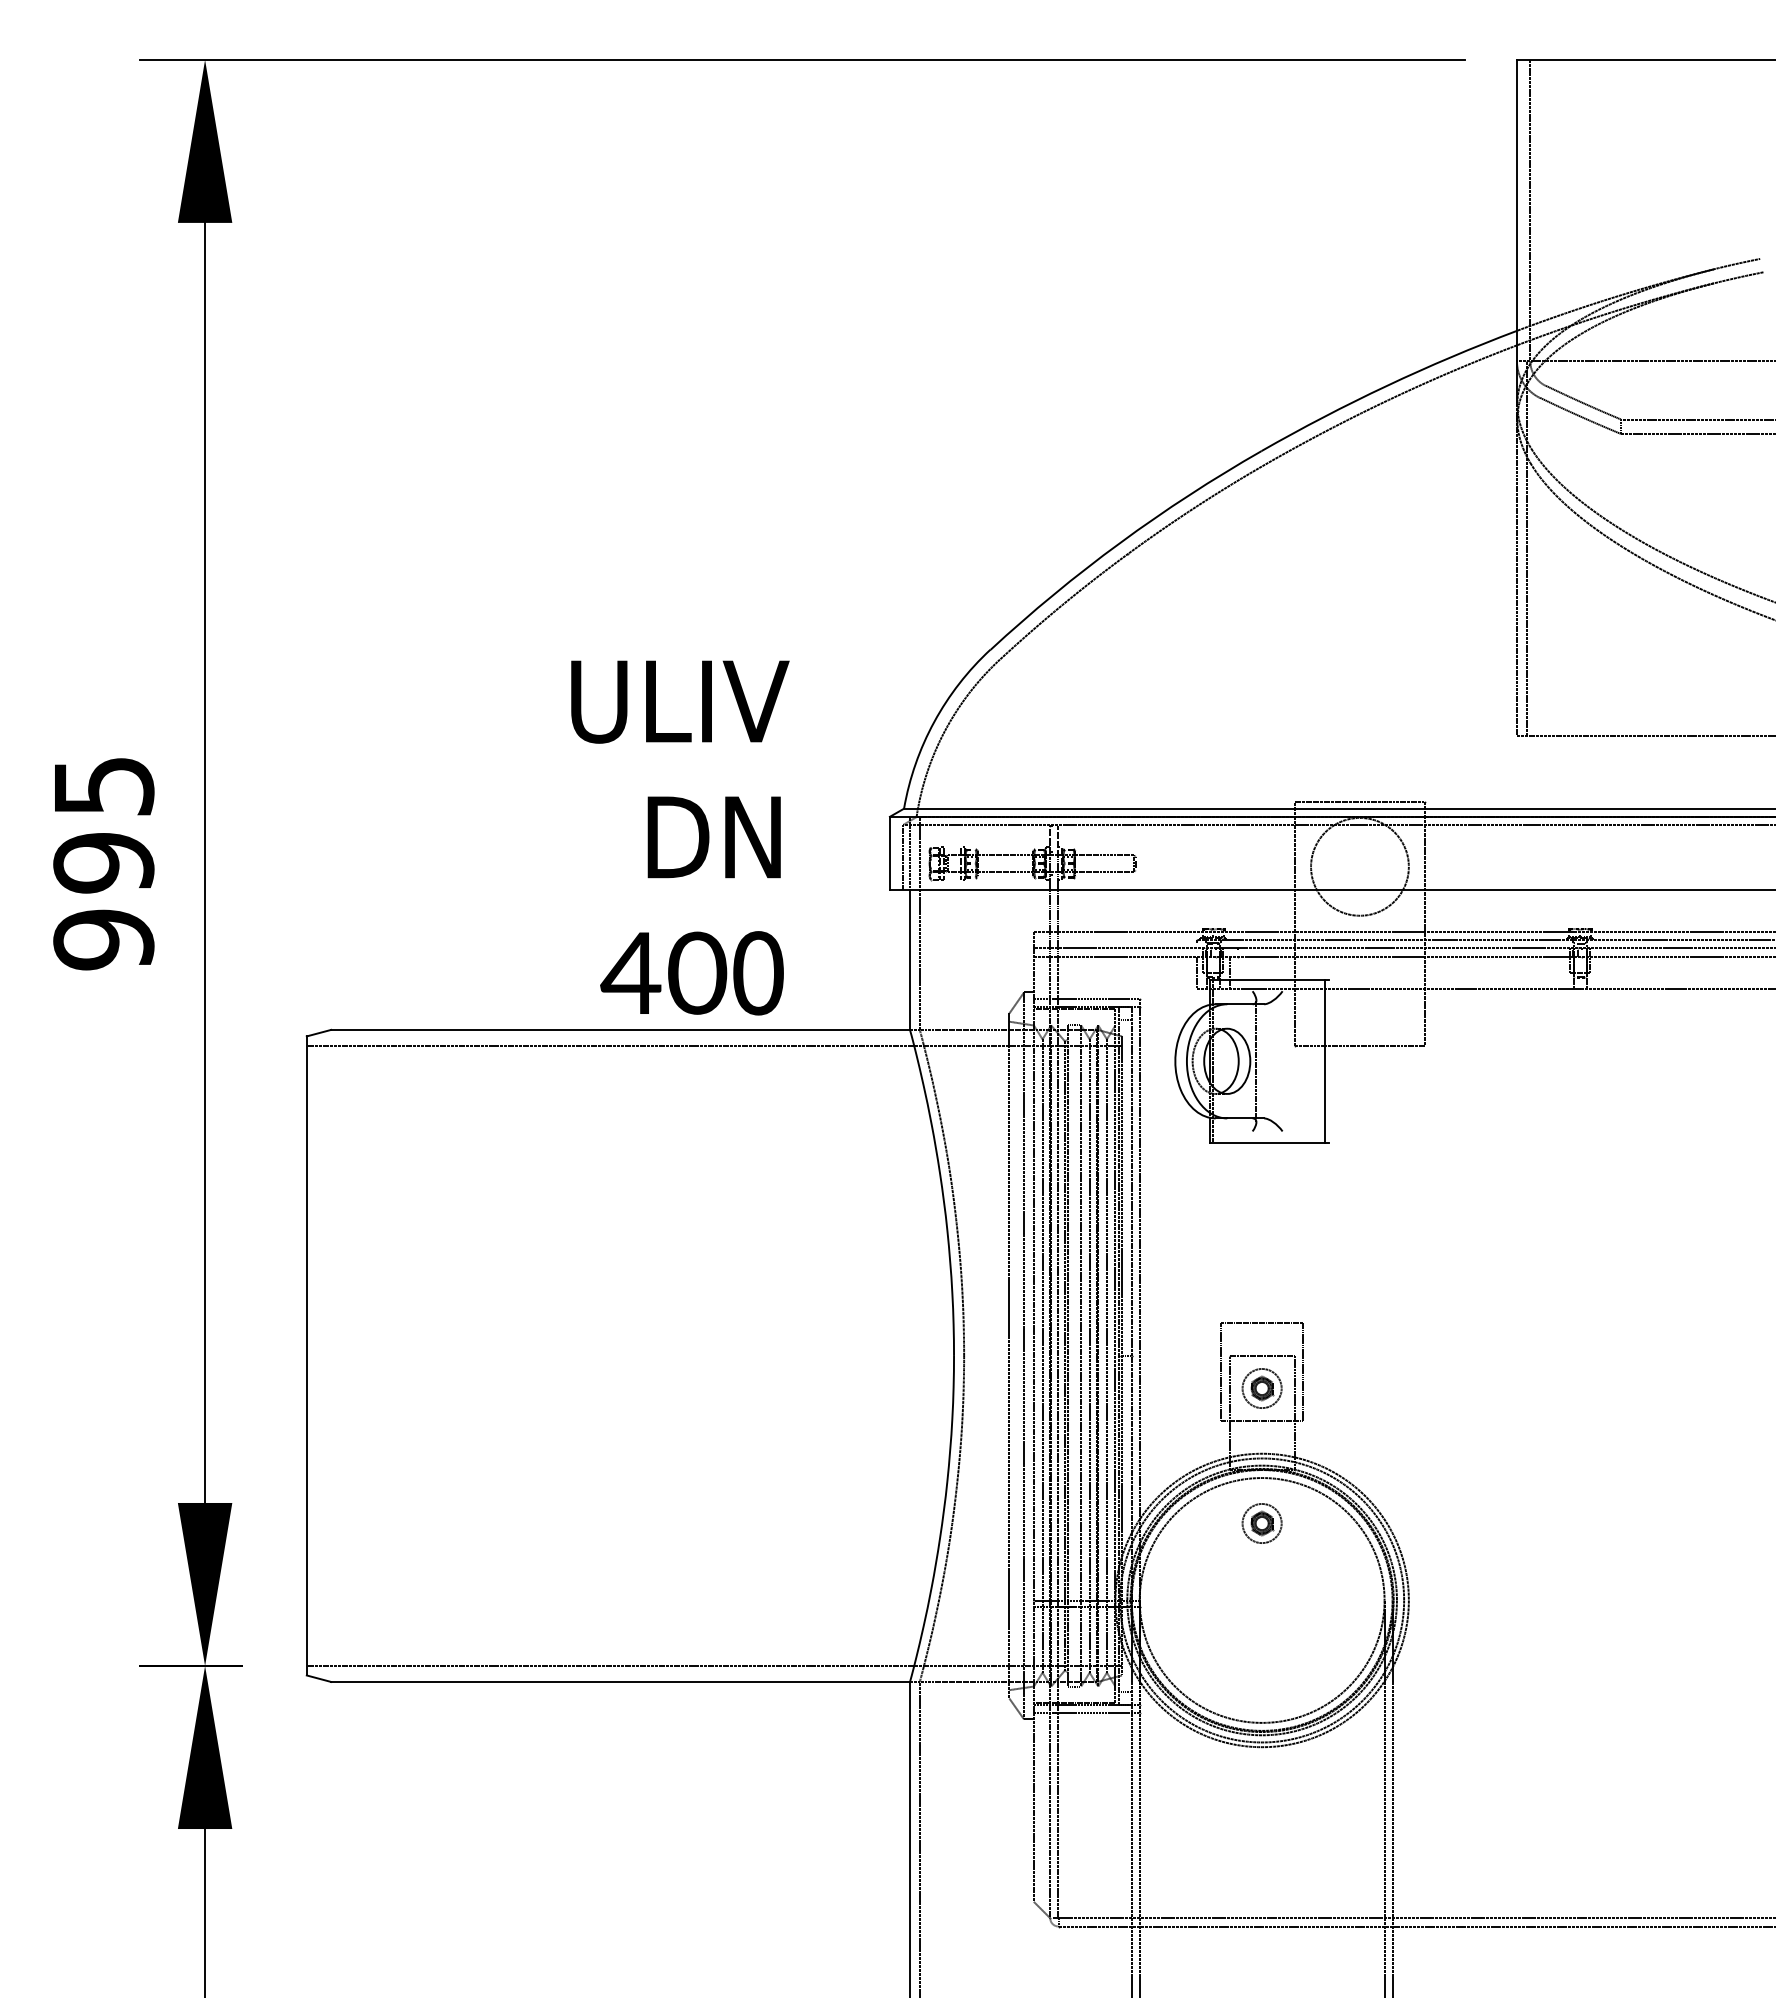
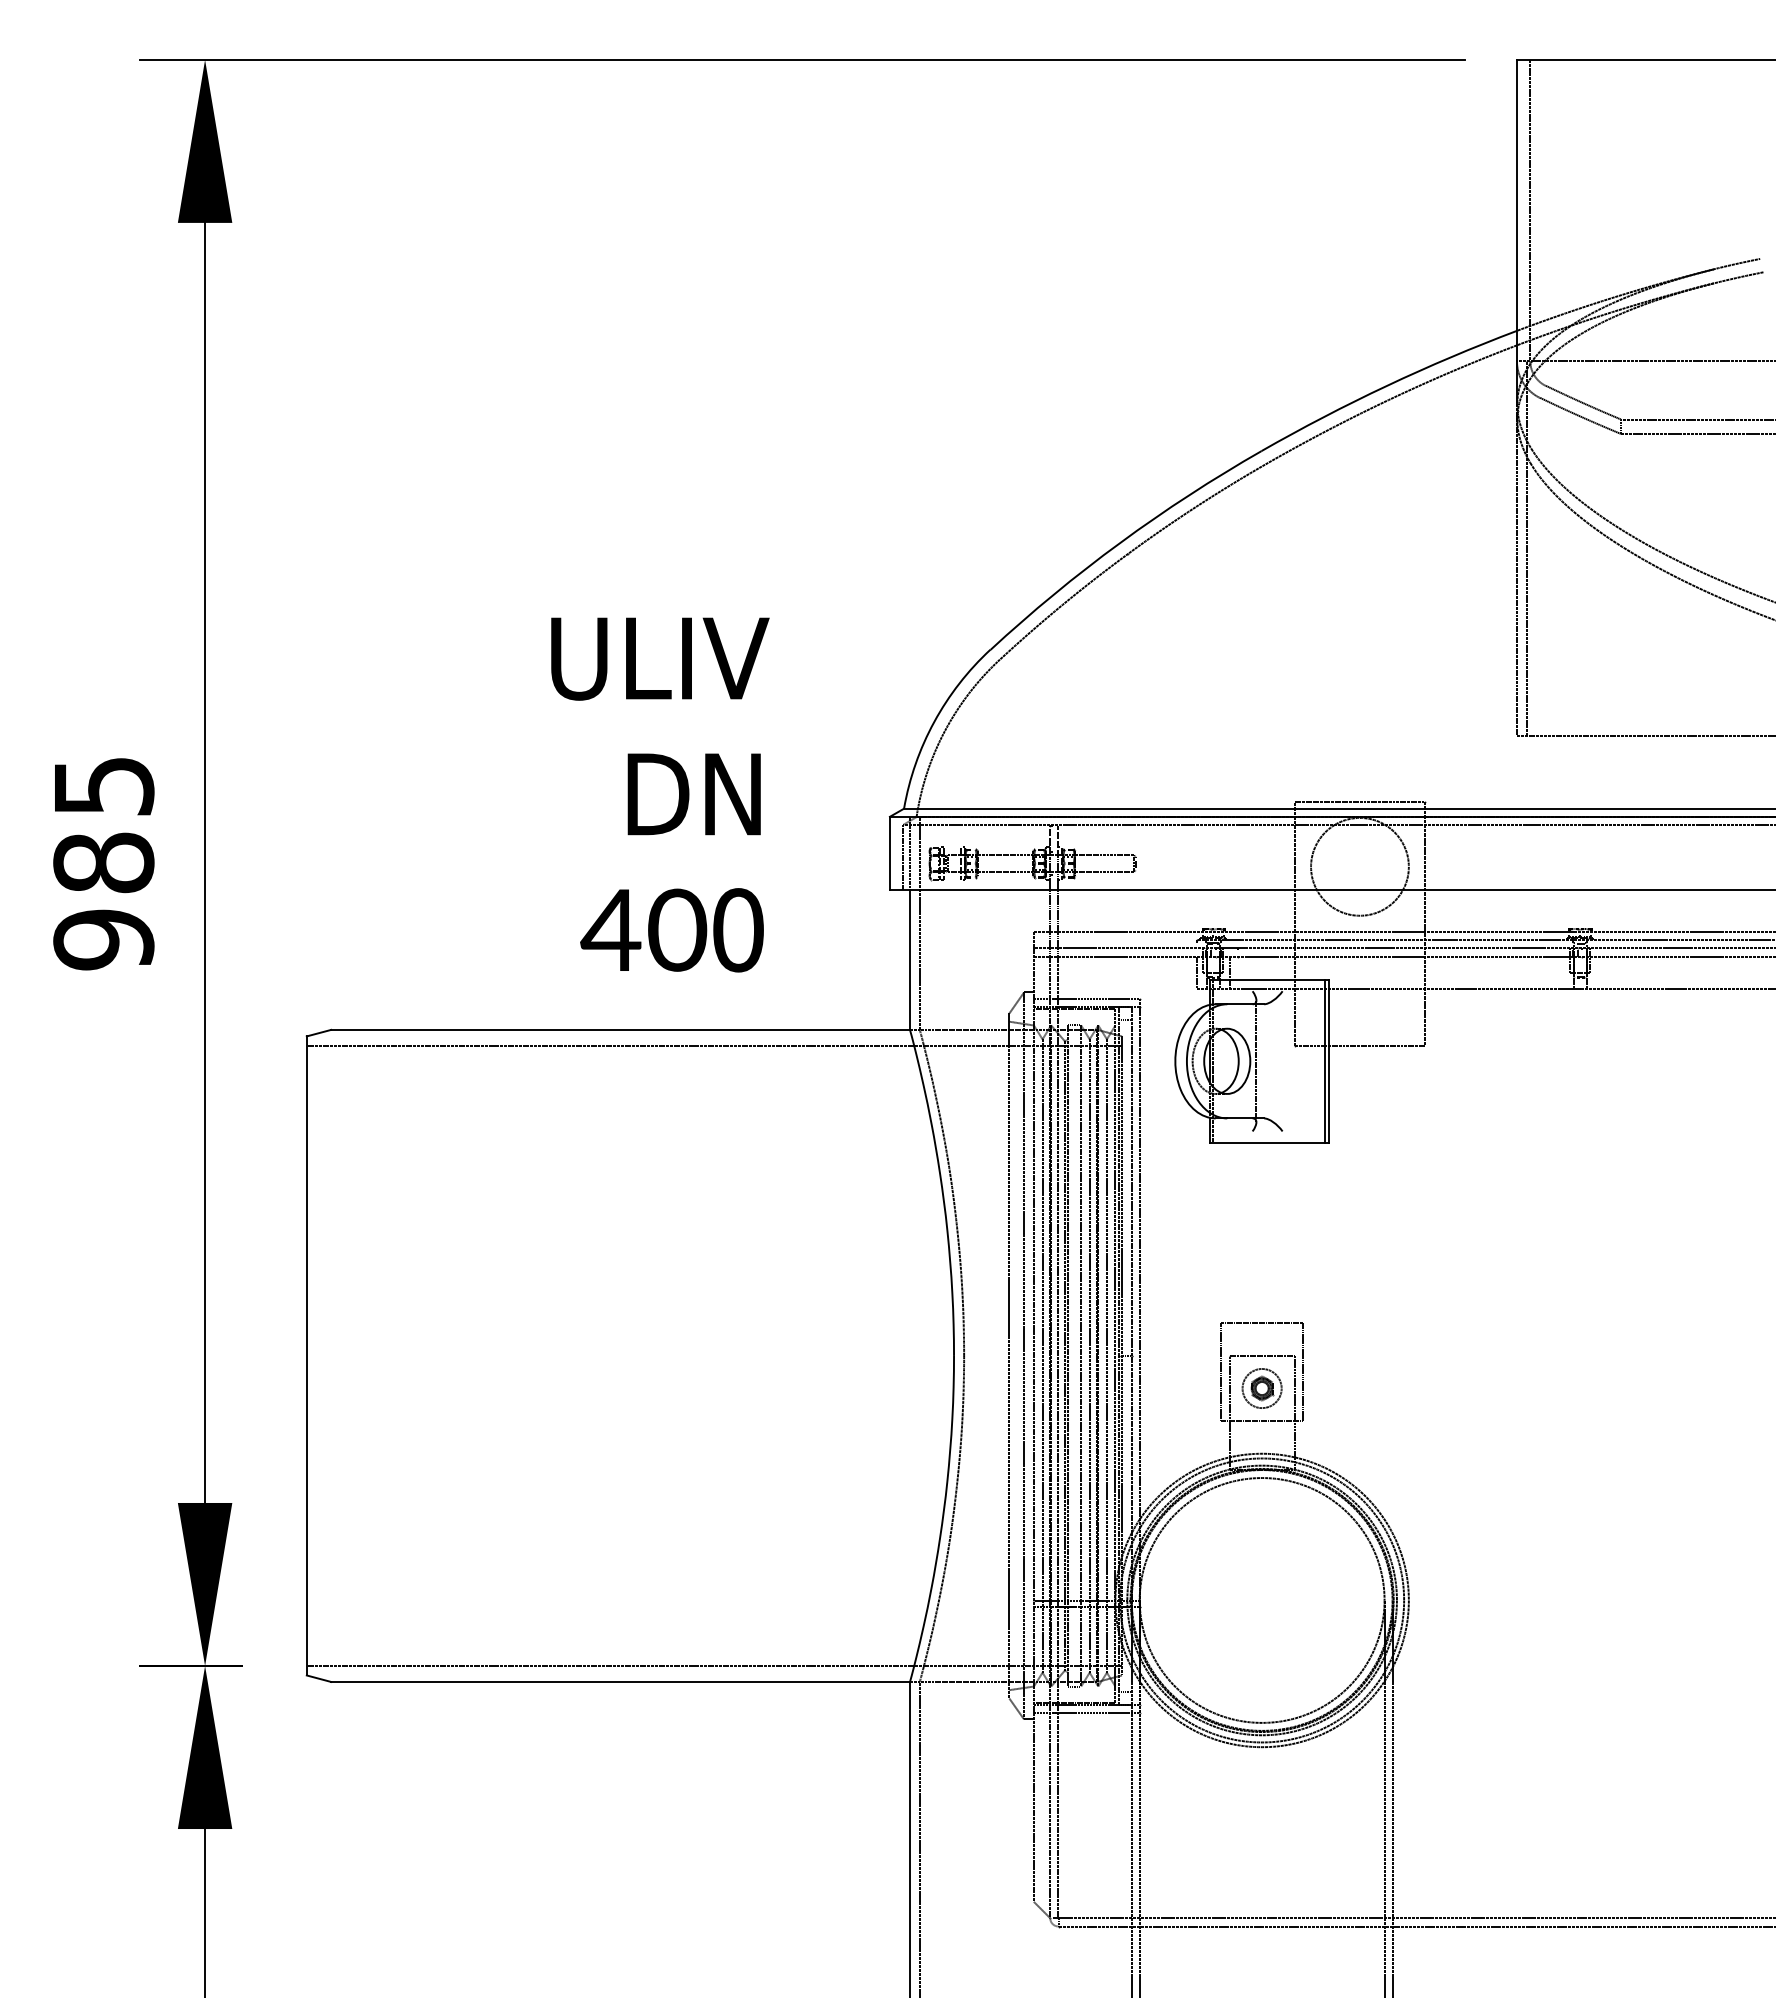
text at (680, 837) position: (680, 837) -> (660, 794)
text at (103, 862): 995 -> 985
line at (1328, 1060): none -> present
part at (1261, 1523): present -> none
